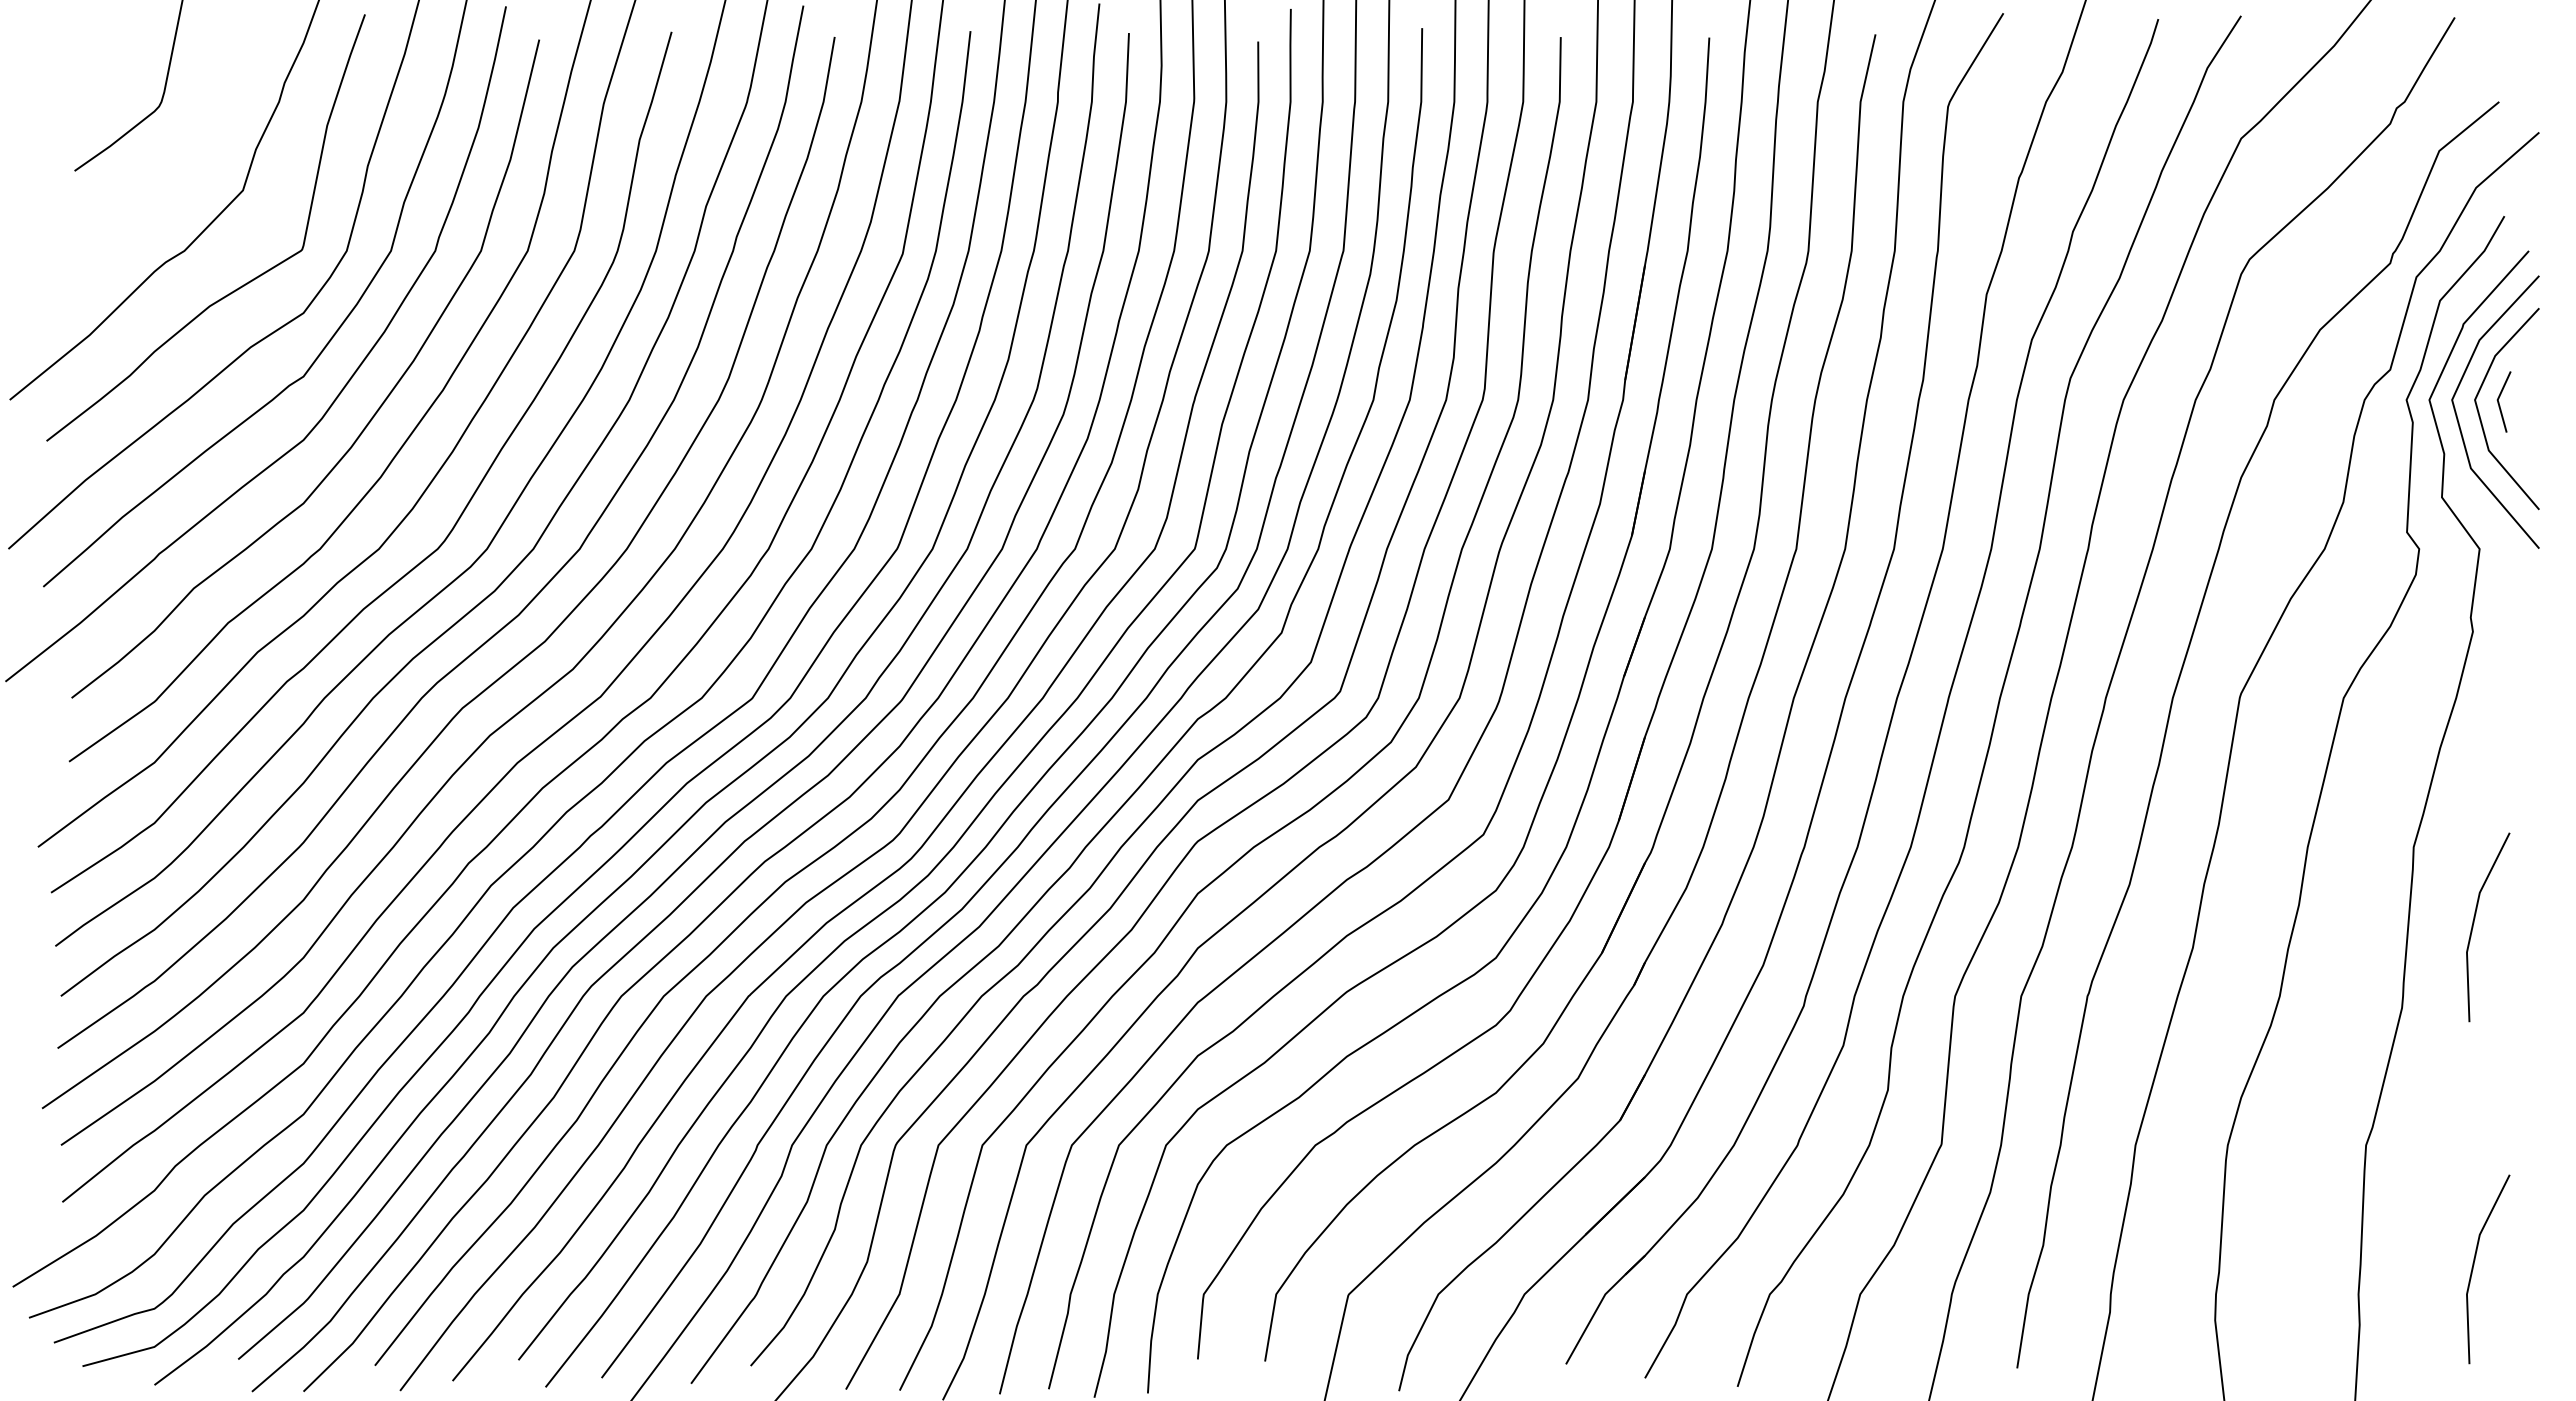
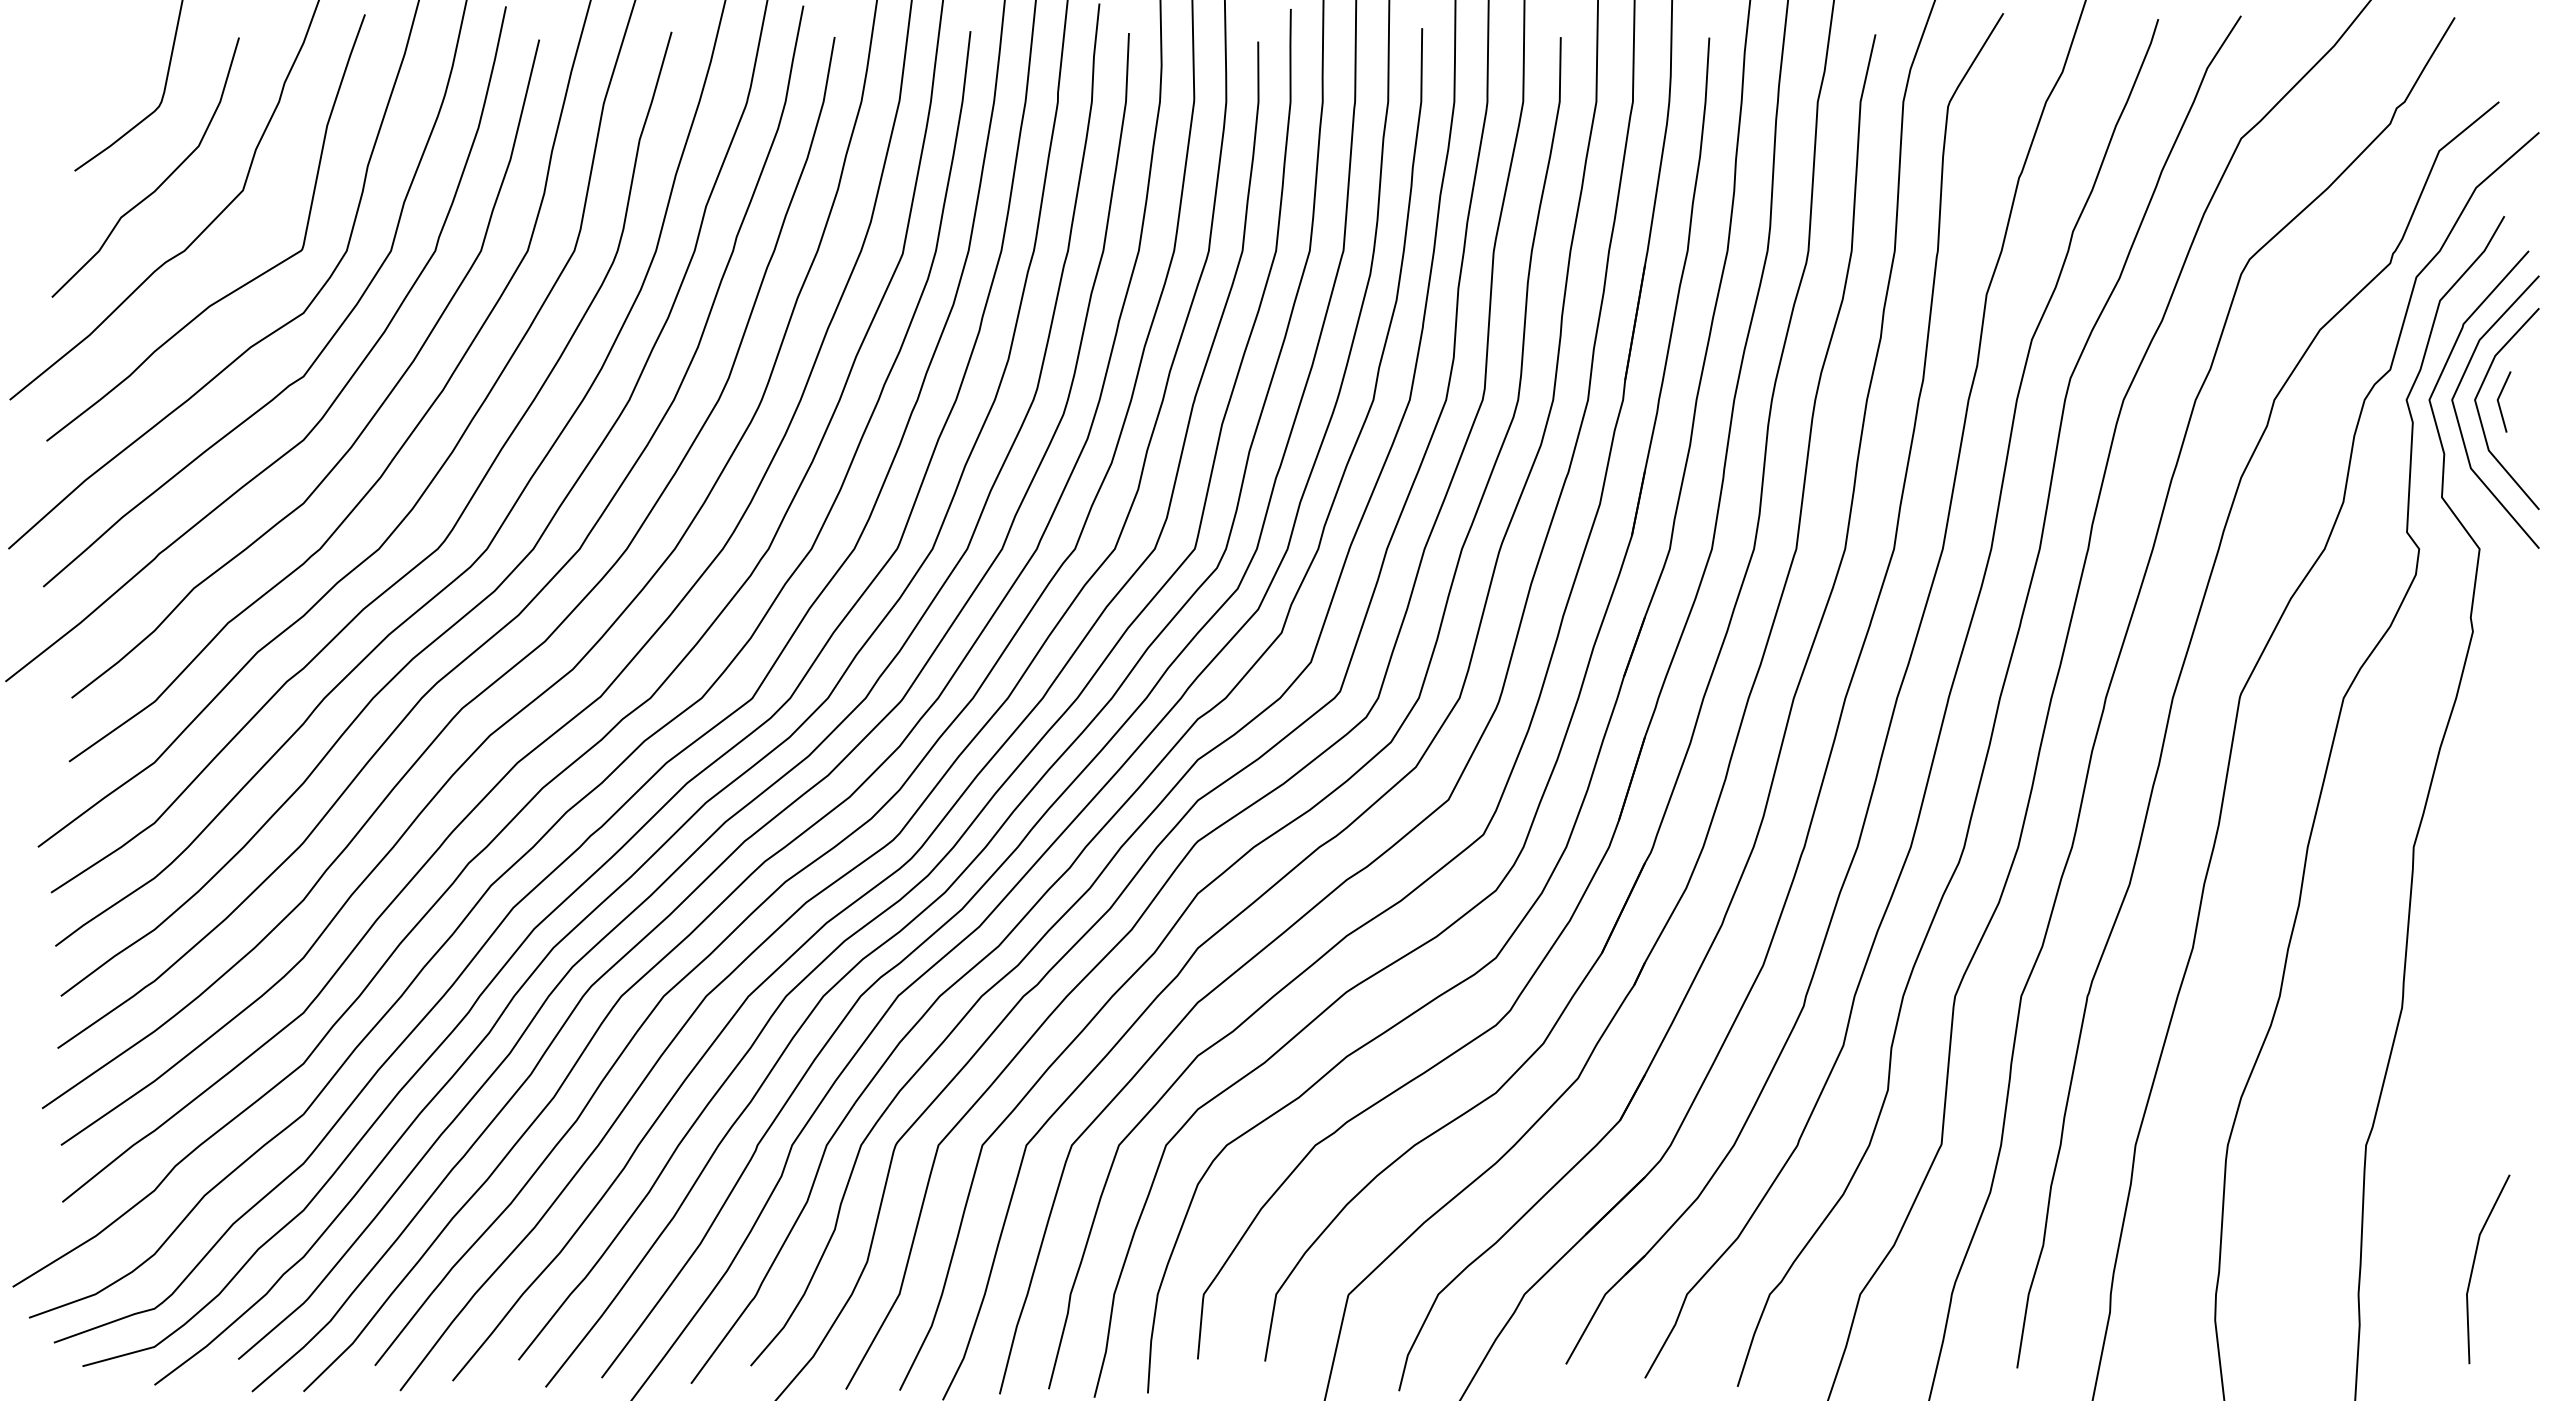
curve at (163, 180): none -> present
line at (2474, 923): present -> none
